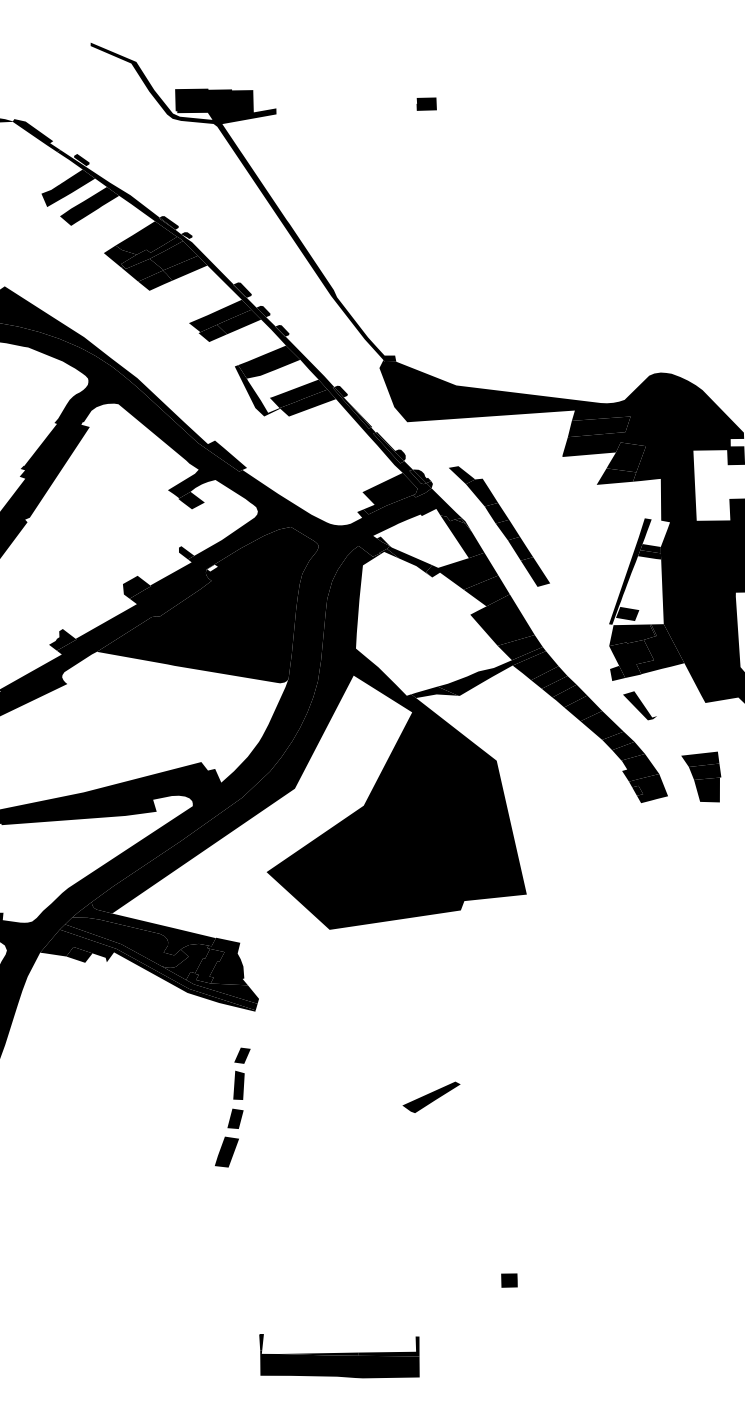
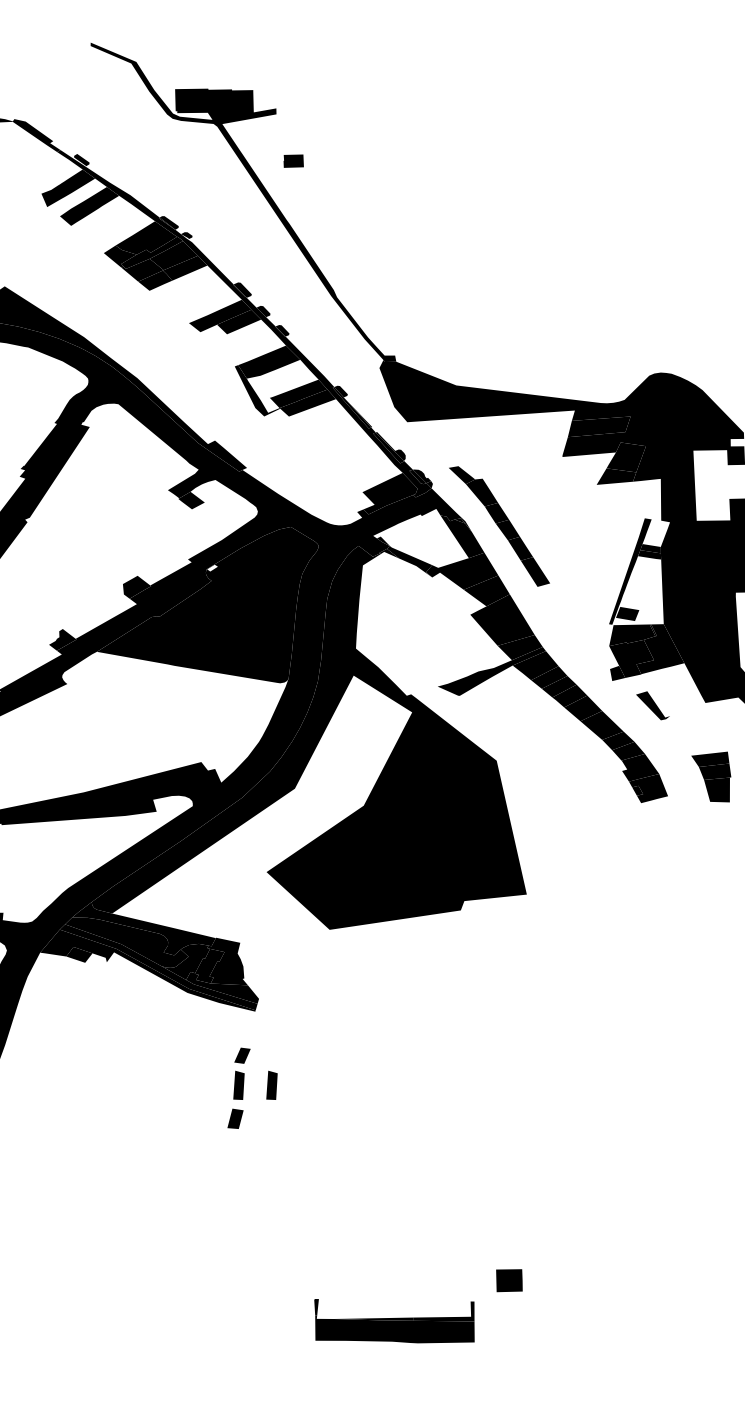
part at (426, 103) position: (426, 103) -> (293, 160)
fill at (212, 333): present -> none
fill at (186, 552): present -> none
fill at (434, 692): present -> none
part at (639, 705) position: (639, 705) -> (652, 705)
part at (701, 776) position: (701, 776) -> (711, 776)
part at (271, 1084): none -> present
part at (431, 1096): present -> none
fill at (226, 1151): present -> none
part at (509, 1280) size: 17x15 px -> 27x24 px
part at (339, 1356) position: (339, 1356) -> (394, 1321)
